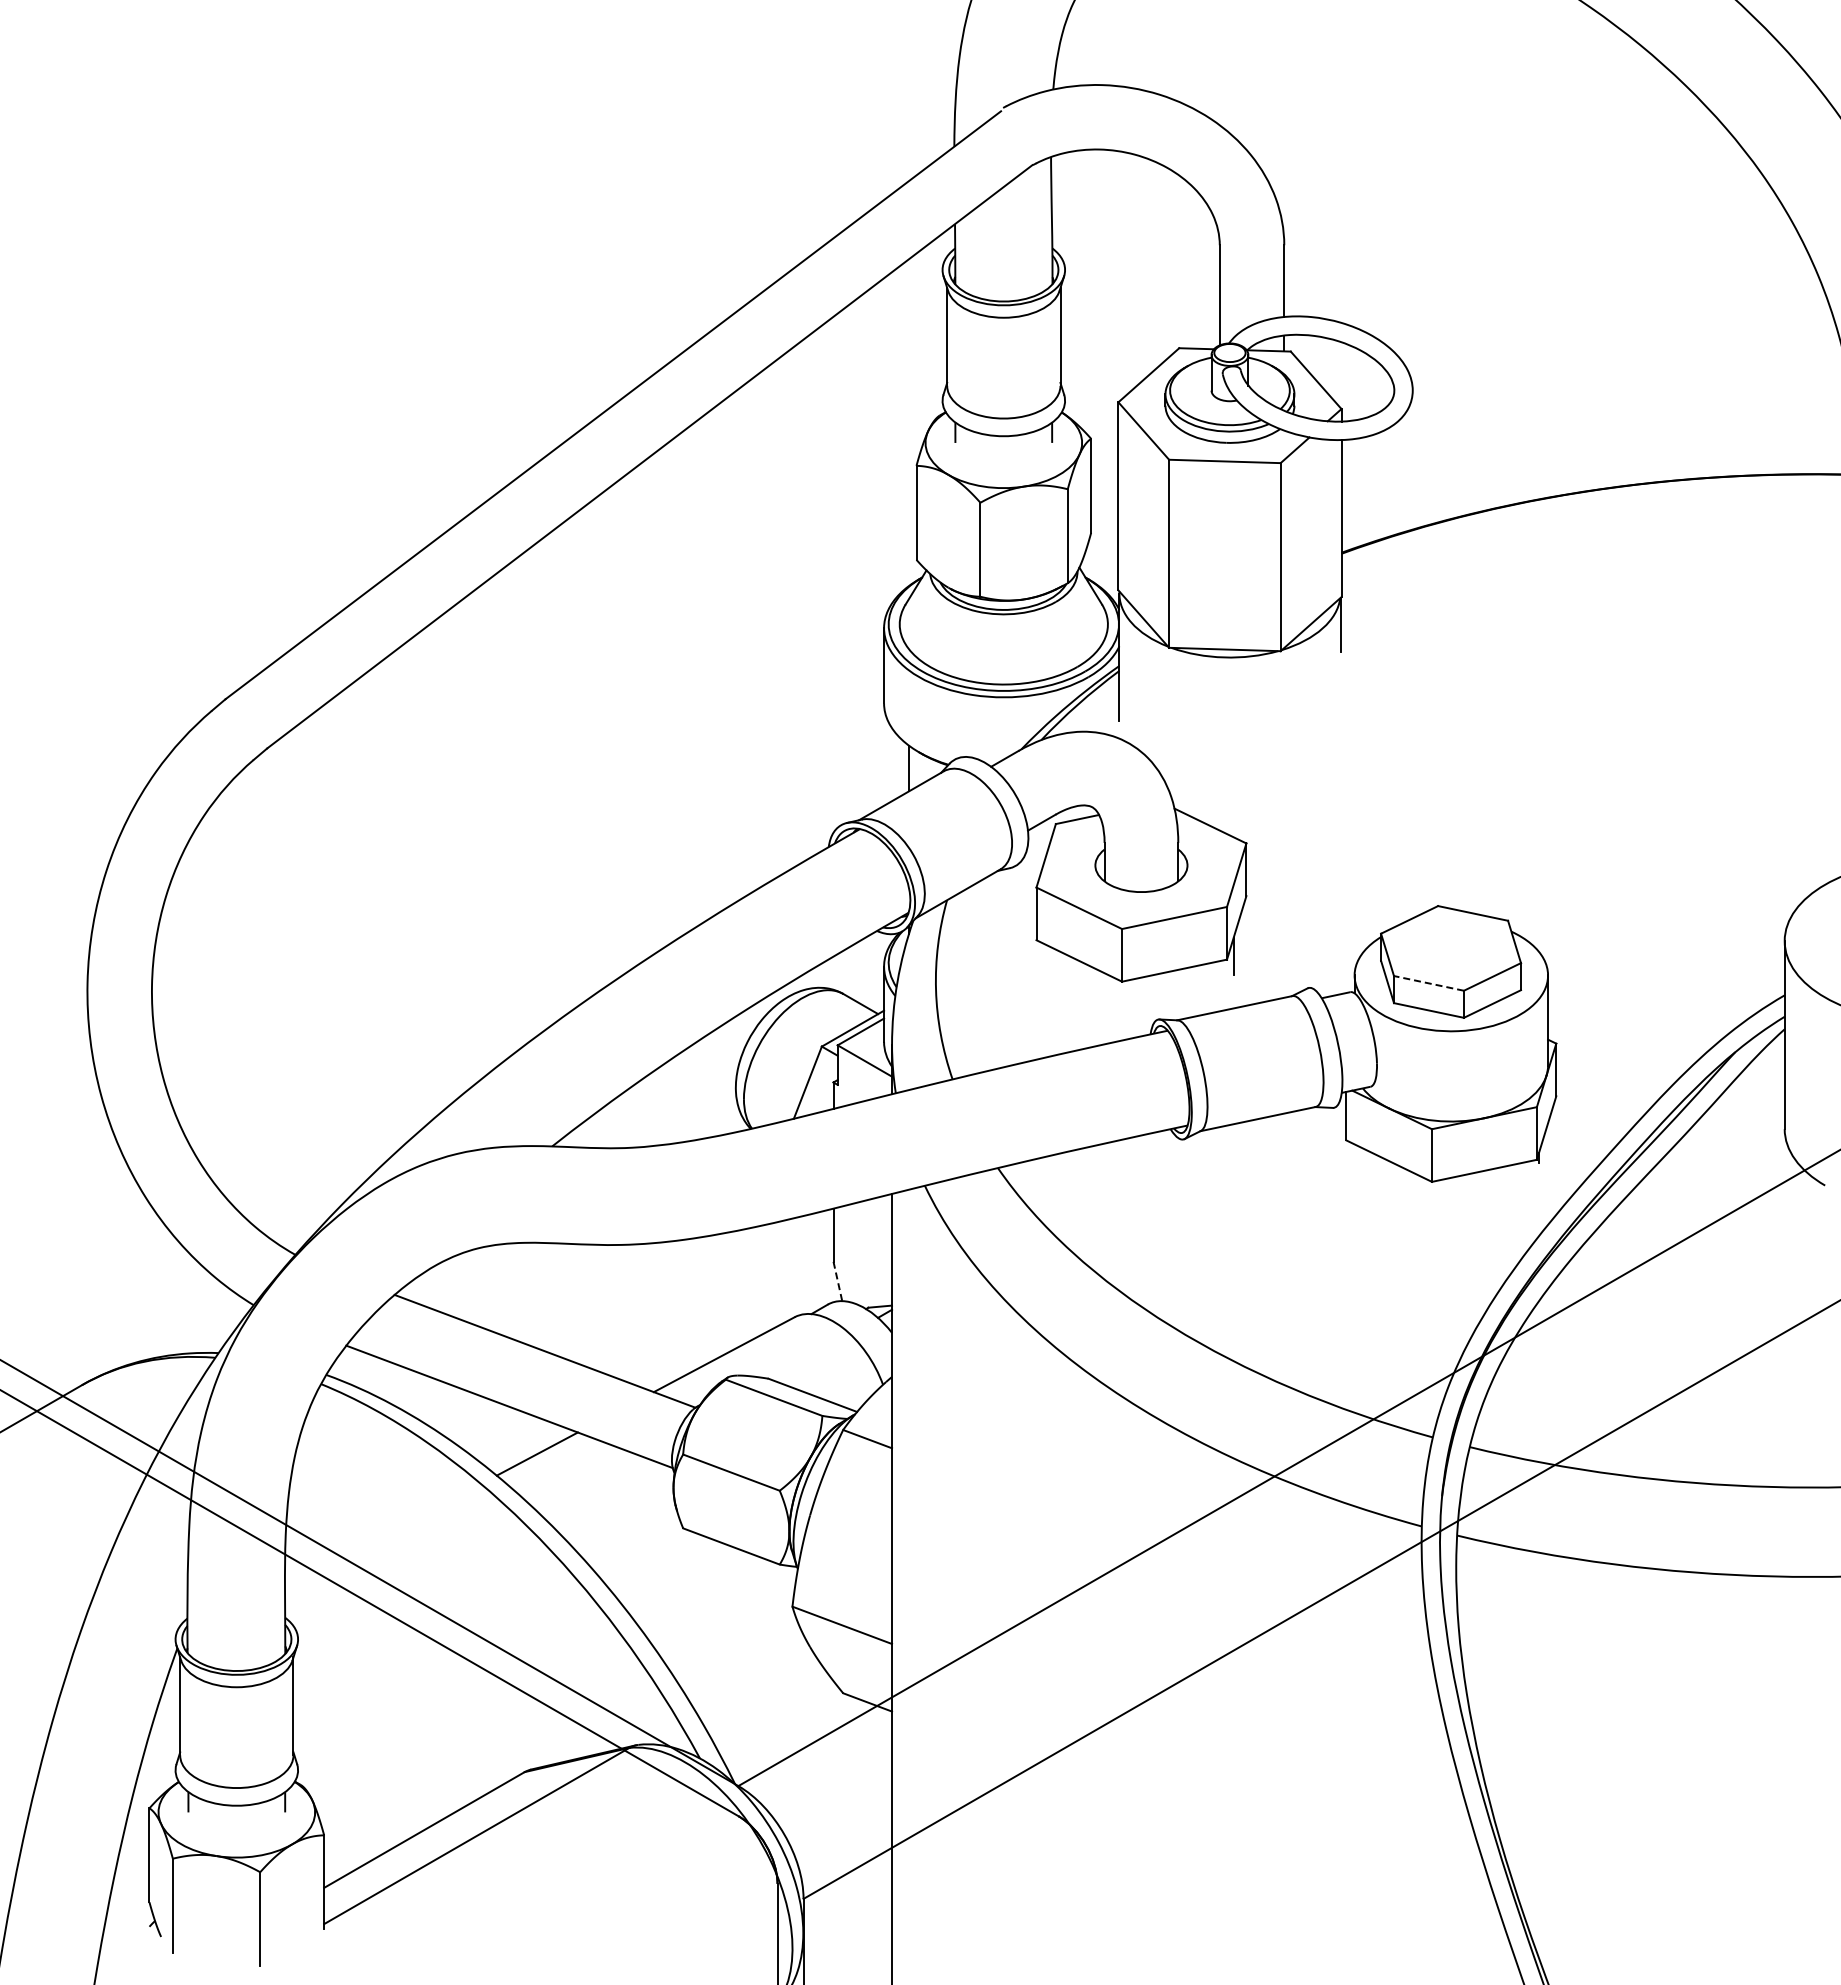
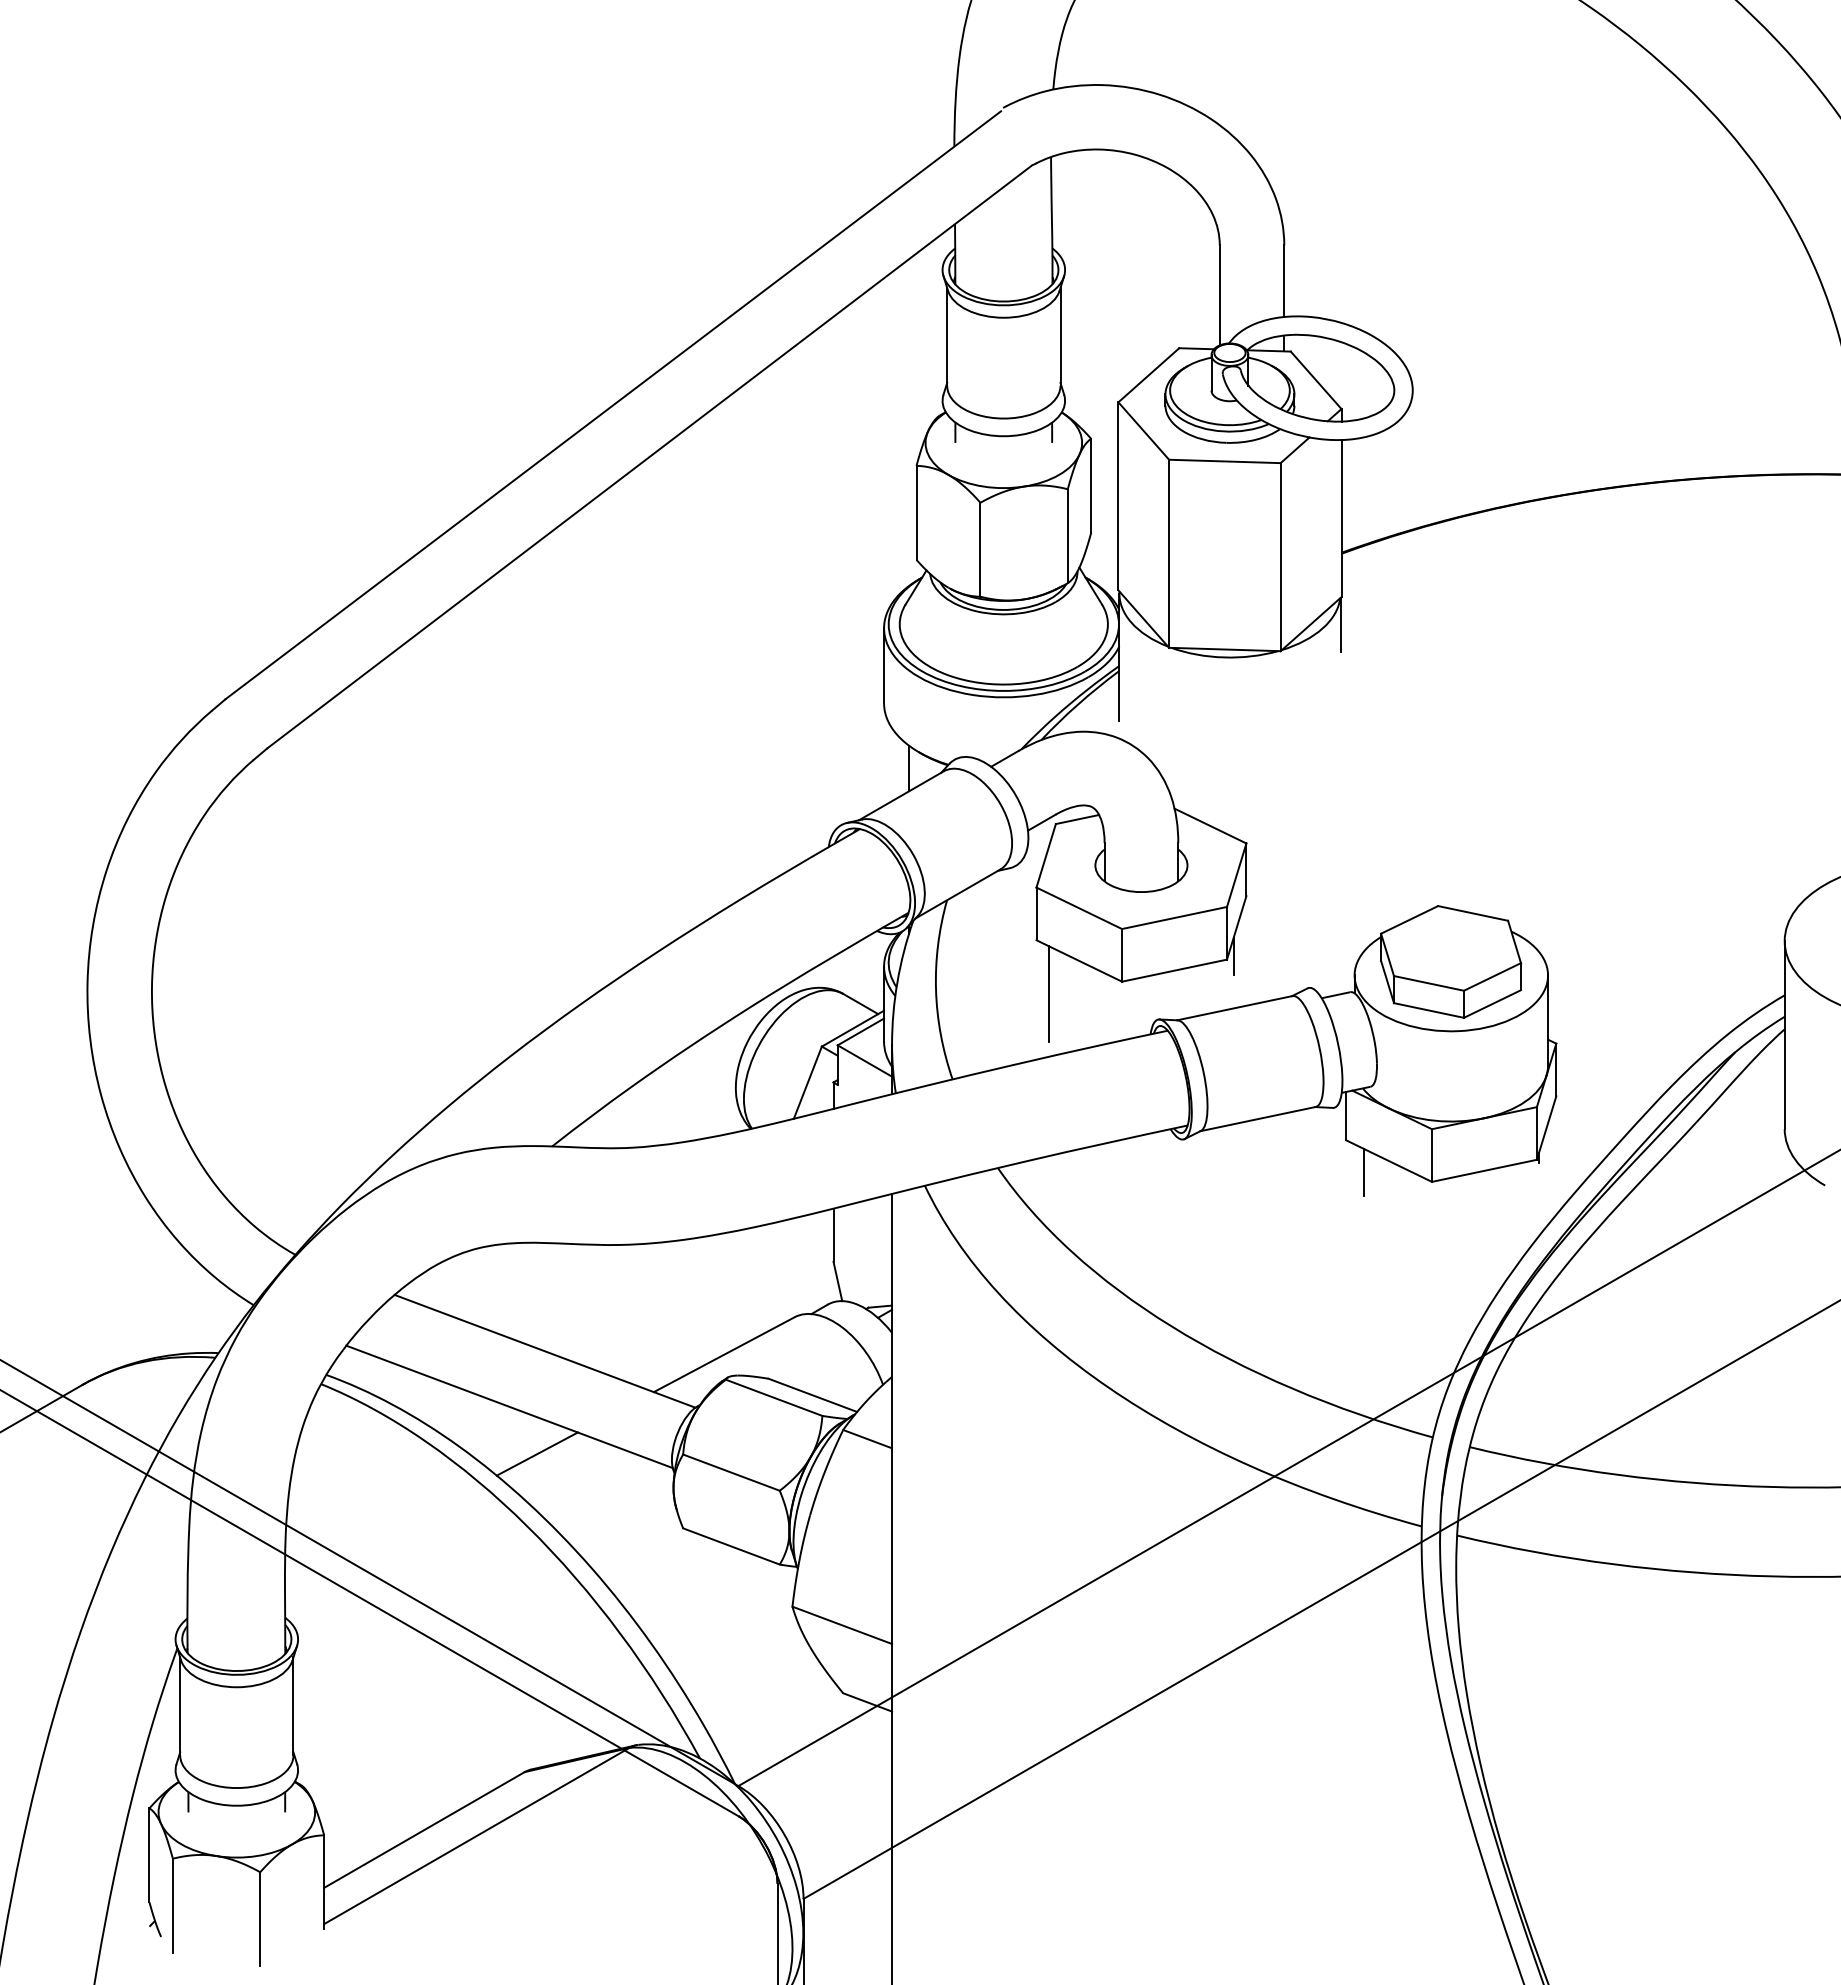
line at (1428, 983): dashed -> solid
line at (1049, 993): none -> present
line at (1363, 1172): none -> present
line at (837, 1281): dashed -> solid
